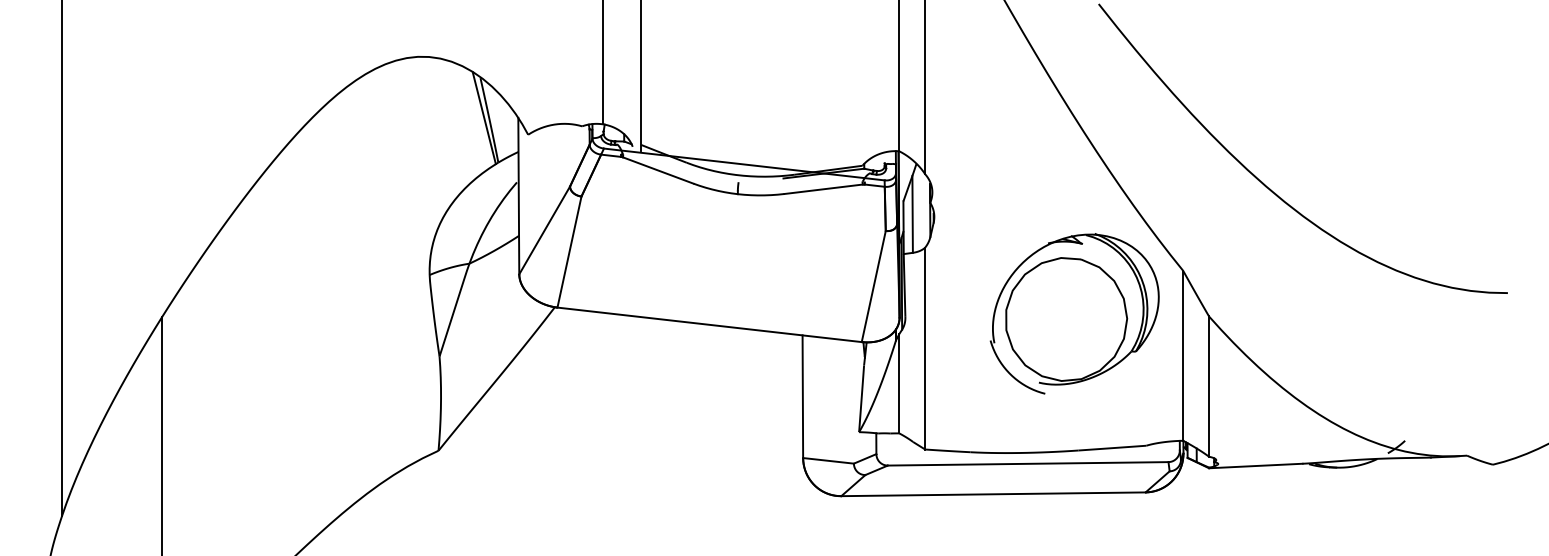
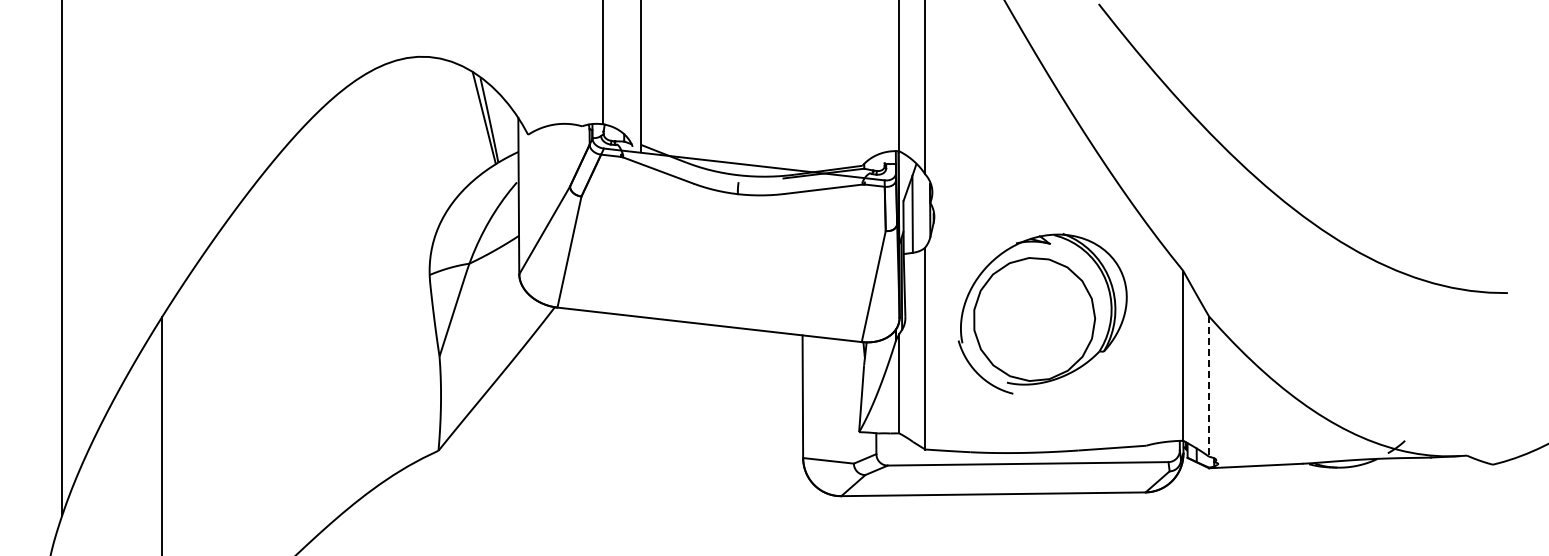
part at (1074, 313) position: (1074, 313) -> (1042, 313)
line at (1209, 387): solid -> dashed
